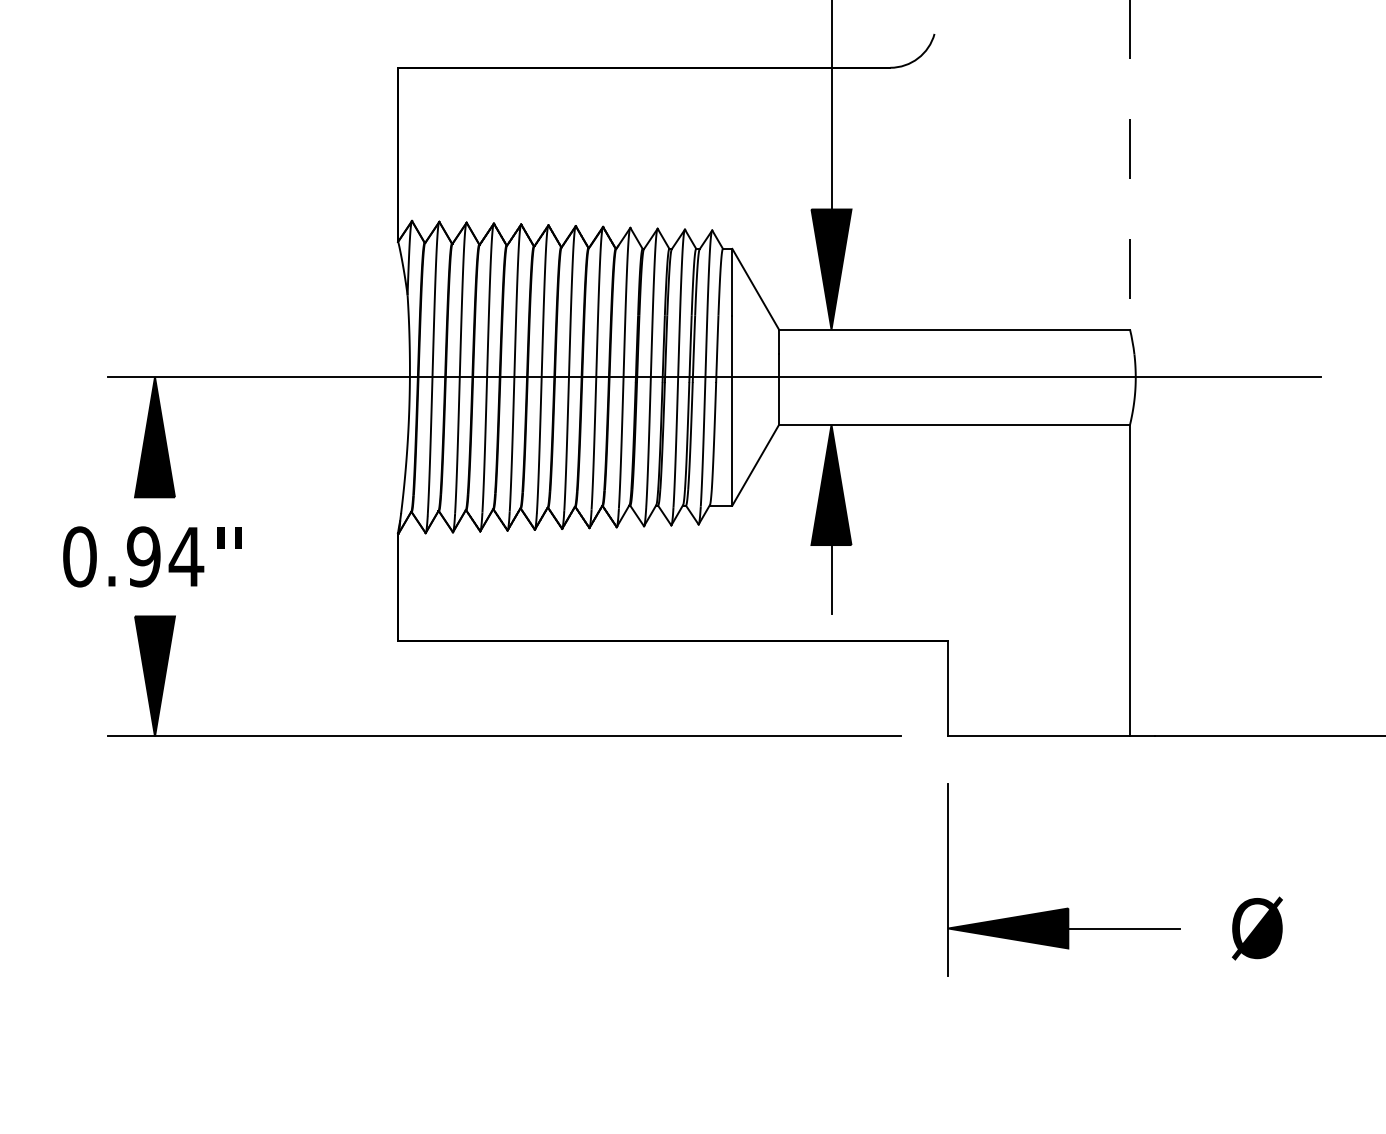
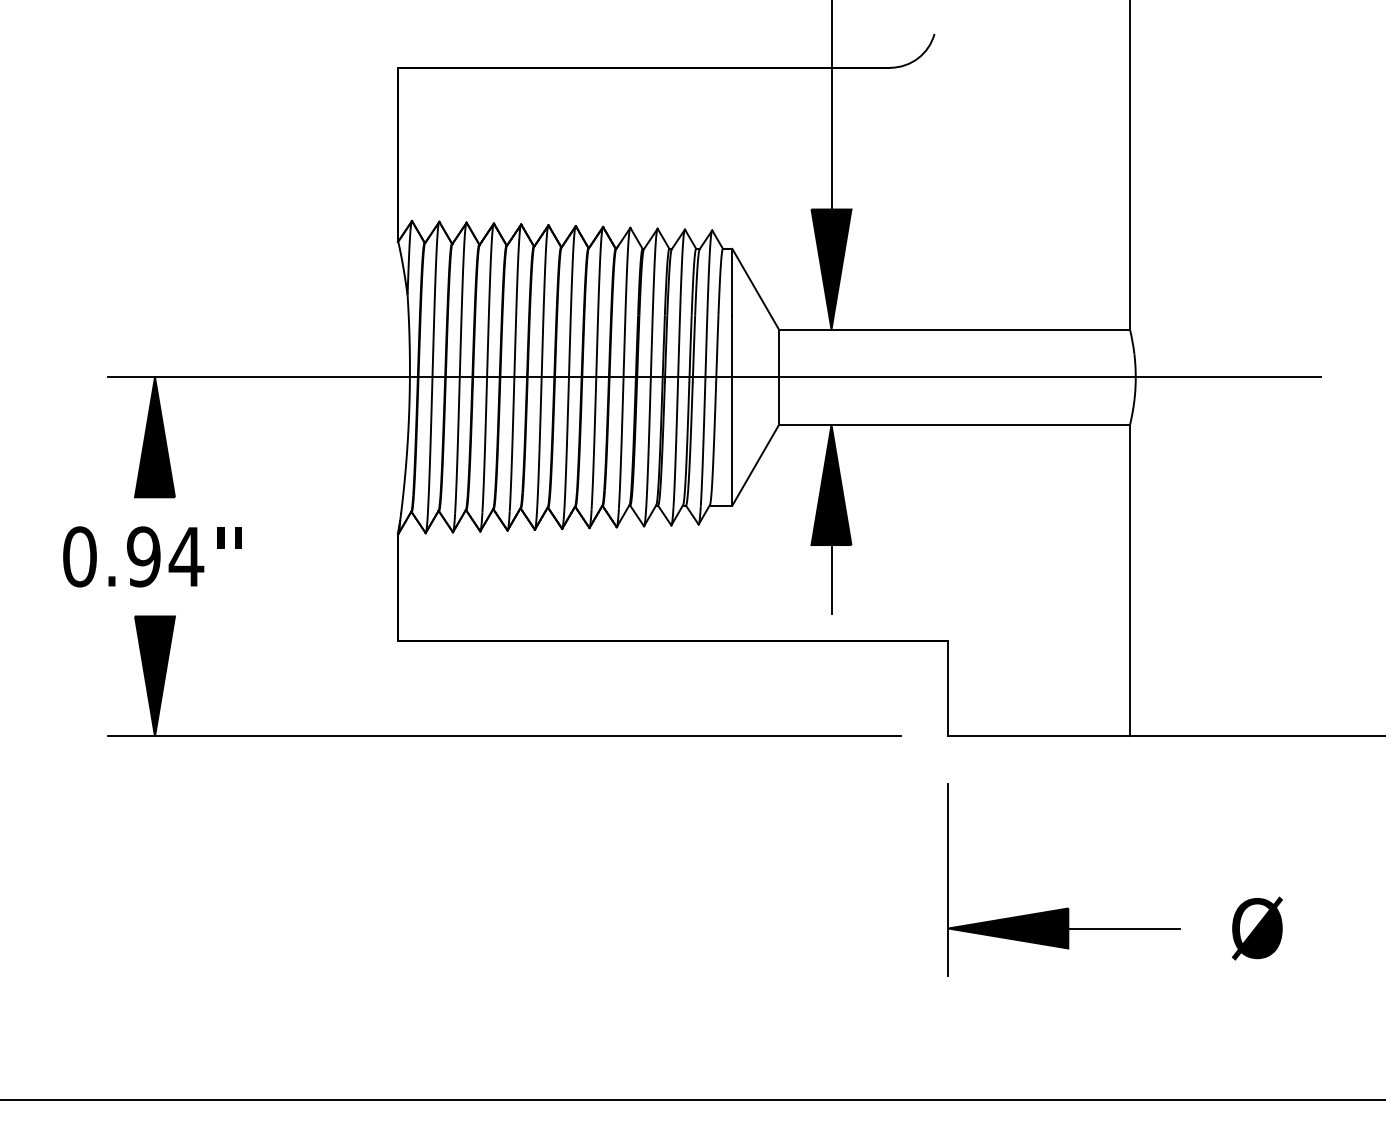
line at (1130, 165): dashed -> solid
line at (692, 1100): none -> present
